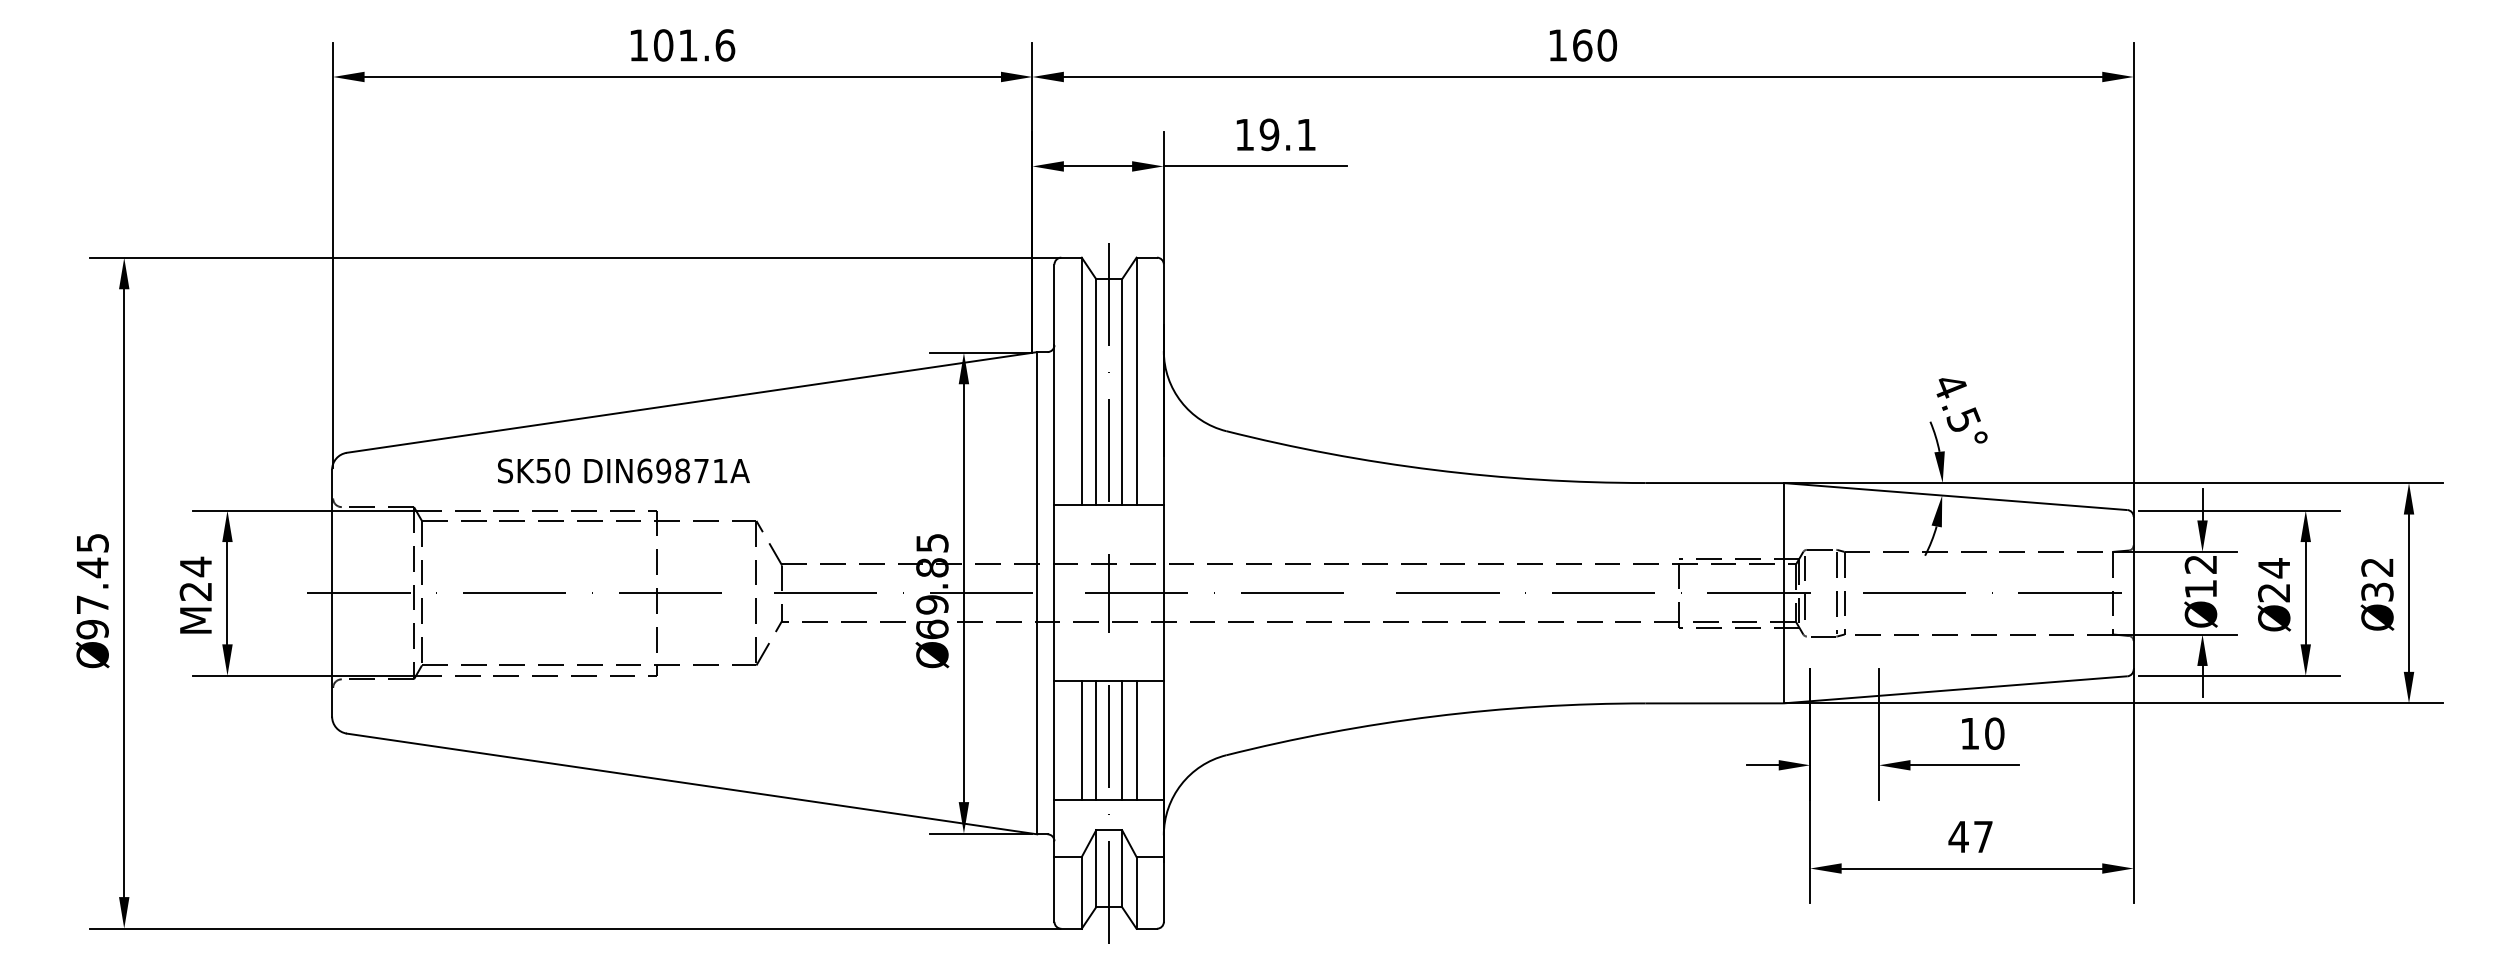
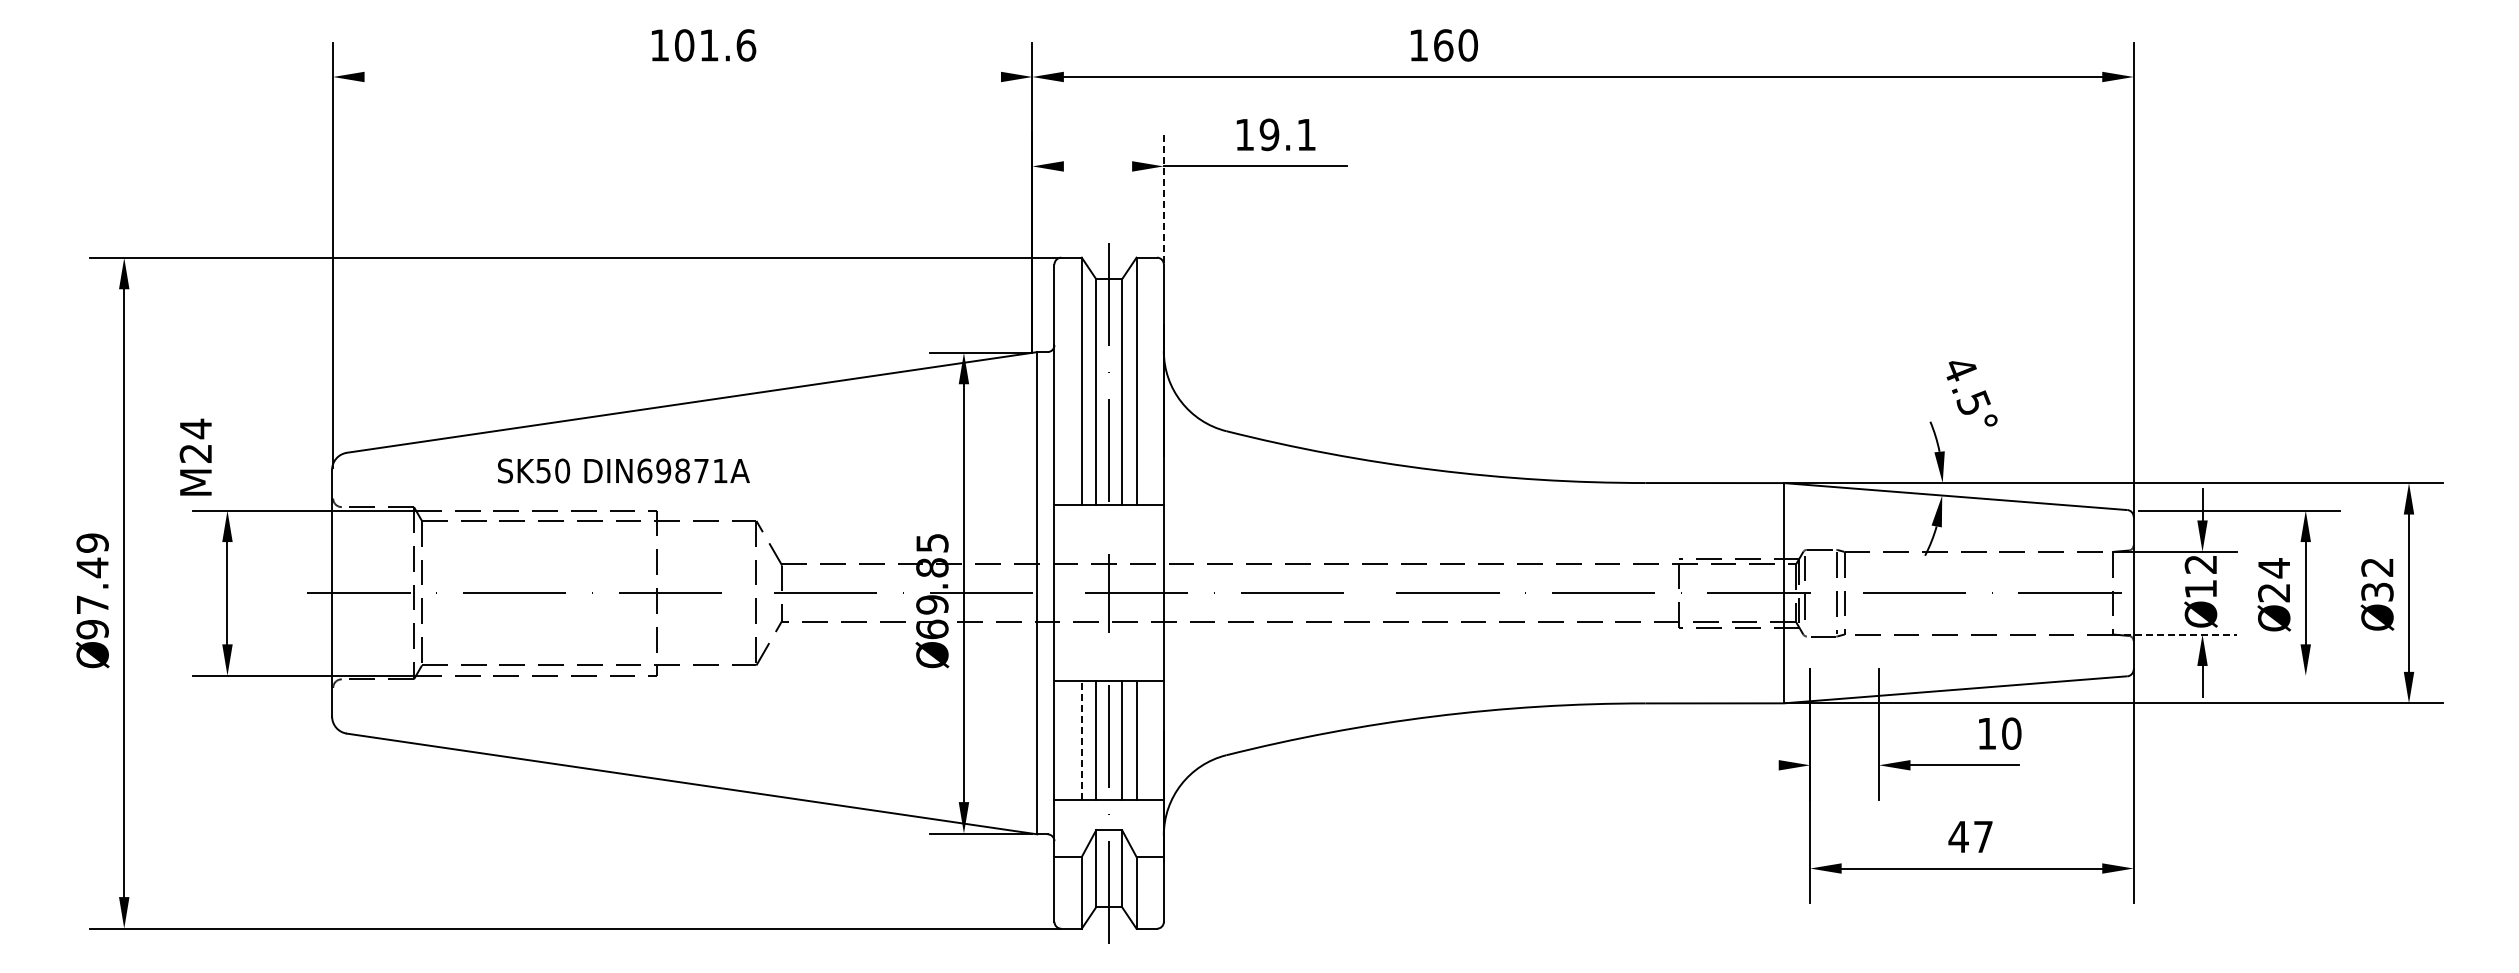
text at (683, 45) position: (683, 45) -> (704, 45)
text at (1583, 45) position: (1583, 45) -> (1444, 45)
line at (682, 77): present -> none
line at (1097, 166): present -> none
line at (1163, 197): solid -> dashed
text at (1961, 410) position: (1961, 410) -> (1971, 393)
text at (92, 542): 97.45 -> 97.49
text at (195, 594) position: (195, 594) -> (195, 456)
line at (2174, 634): solid -> dashed
line at (2239, 675): present -> none
text at (1983, 733) position: (1983, 733) -> (2000, 733)
line at (1081, 740): solid -> dashed
line at (1762, 765): present -> none
